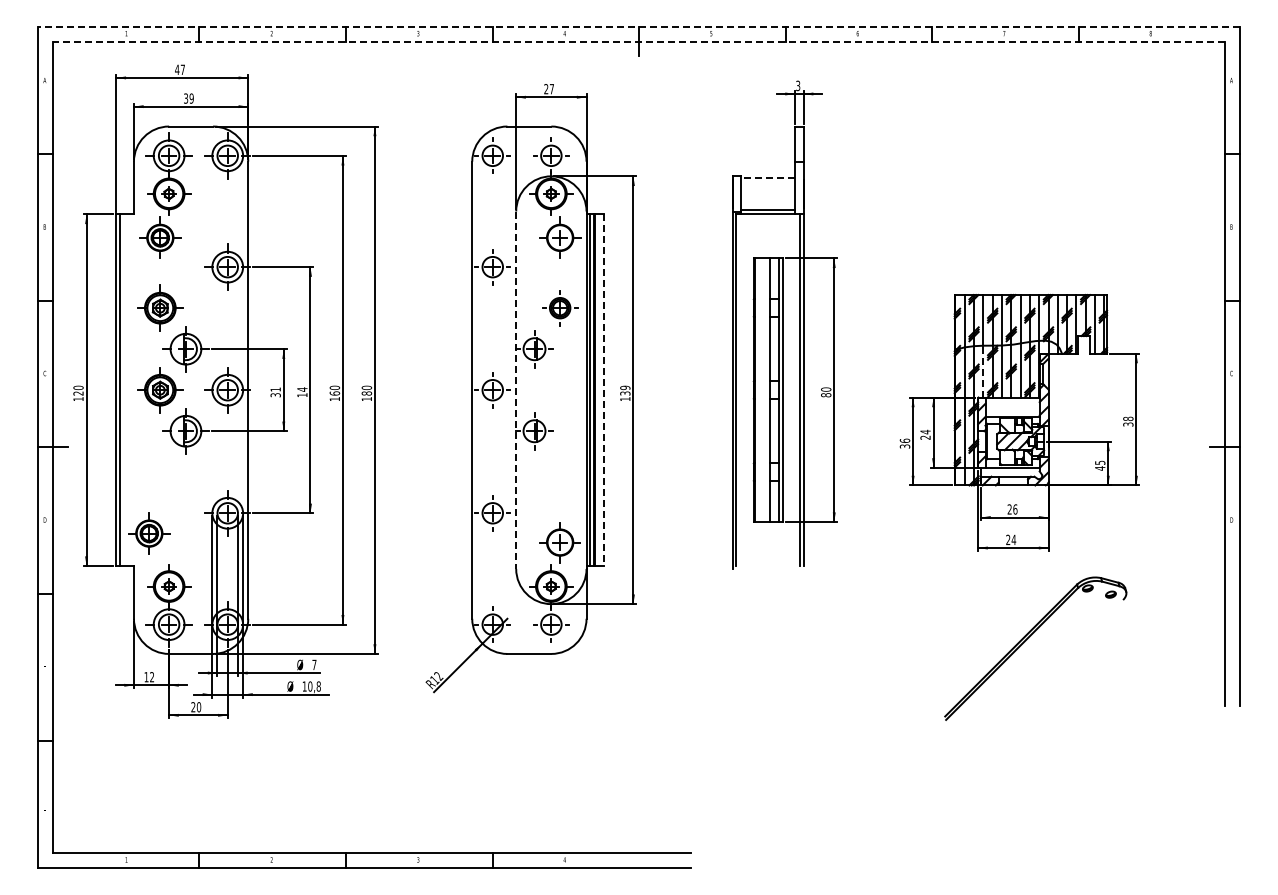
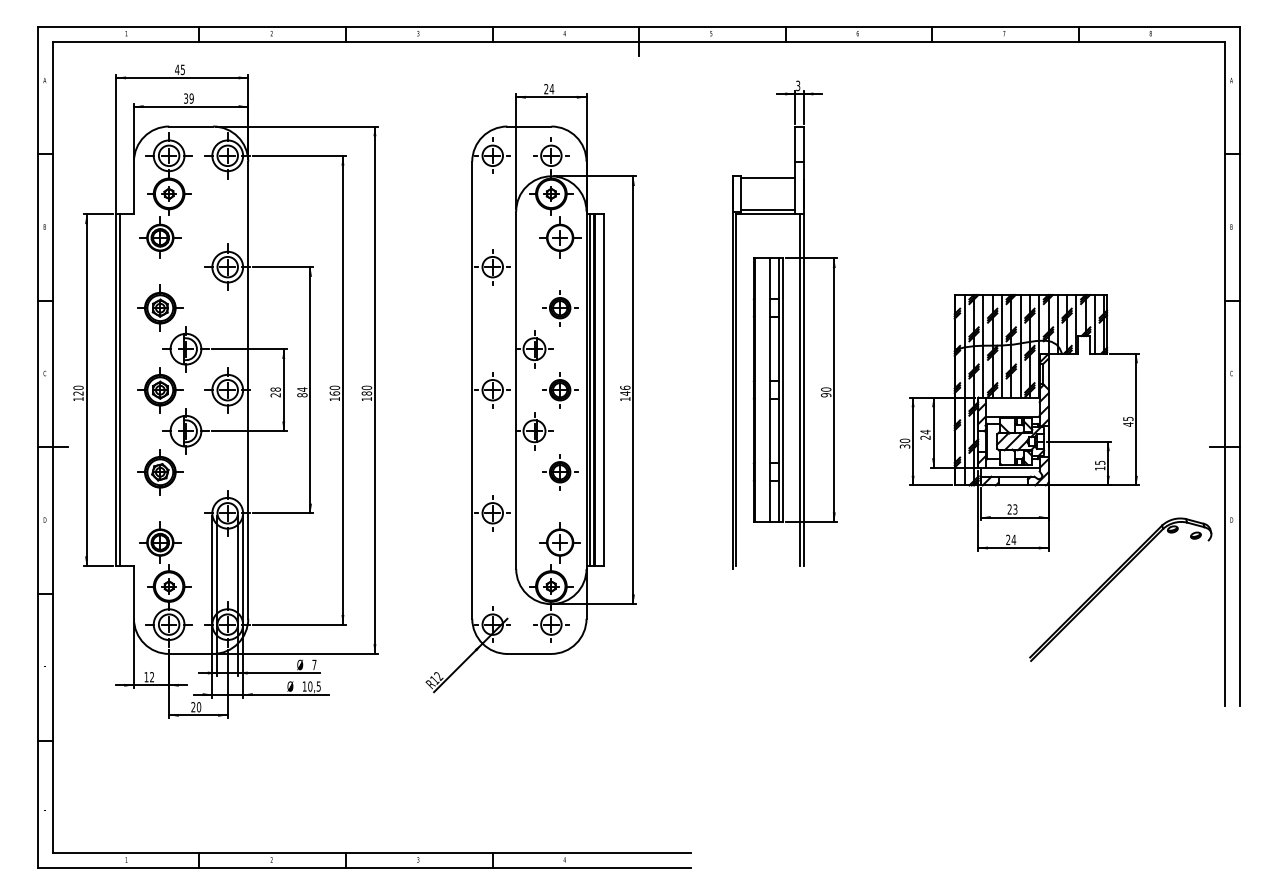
line at (639, 27): dashed -> solid
line at (638, 41): dashed -> solid
text at (182, 69): 47 -> 45
text at (551, 89): 27 -> 24
line at (767, 177): dashed -> solid
line at (983, 371): dashed -> solid
line at (516, 390): dashed -> solid
part at (560, 390): none -> present
line at (604, 390): dashed -> solid
text at (625, 390): 139 -> 146
text at (275, 392): 31 -> 28
text at (302, 395): 14 -> 84
text at (826, 395): 80 -> 90
text at (1128, 421): 38 -> 45
text at (904, 440): 36 -> 30
text at (1100, 468): 45 -> 15
part at (160, 472): none -> present
part at (560, 472): none -> present
text at (1015, 509): 26 -> 23
part at (149, 533) position: (149, 533) -> (160, 542)
part at (1027, 639) position: (1027, 639) -> (1112, 580)
text at (318, 686): 10,8 -> 10,5
